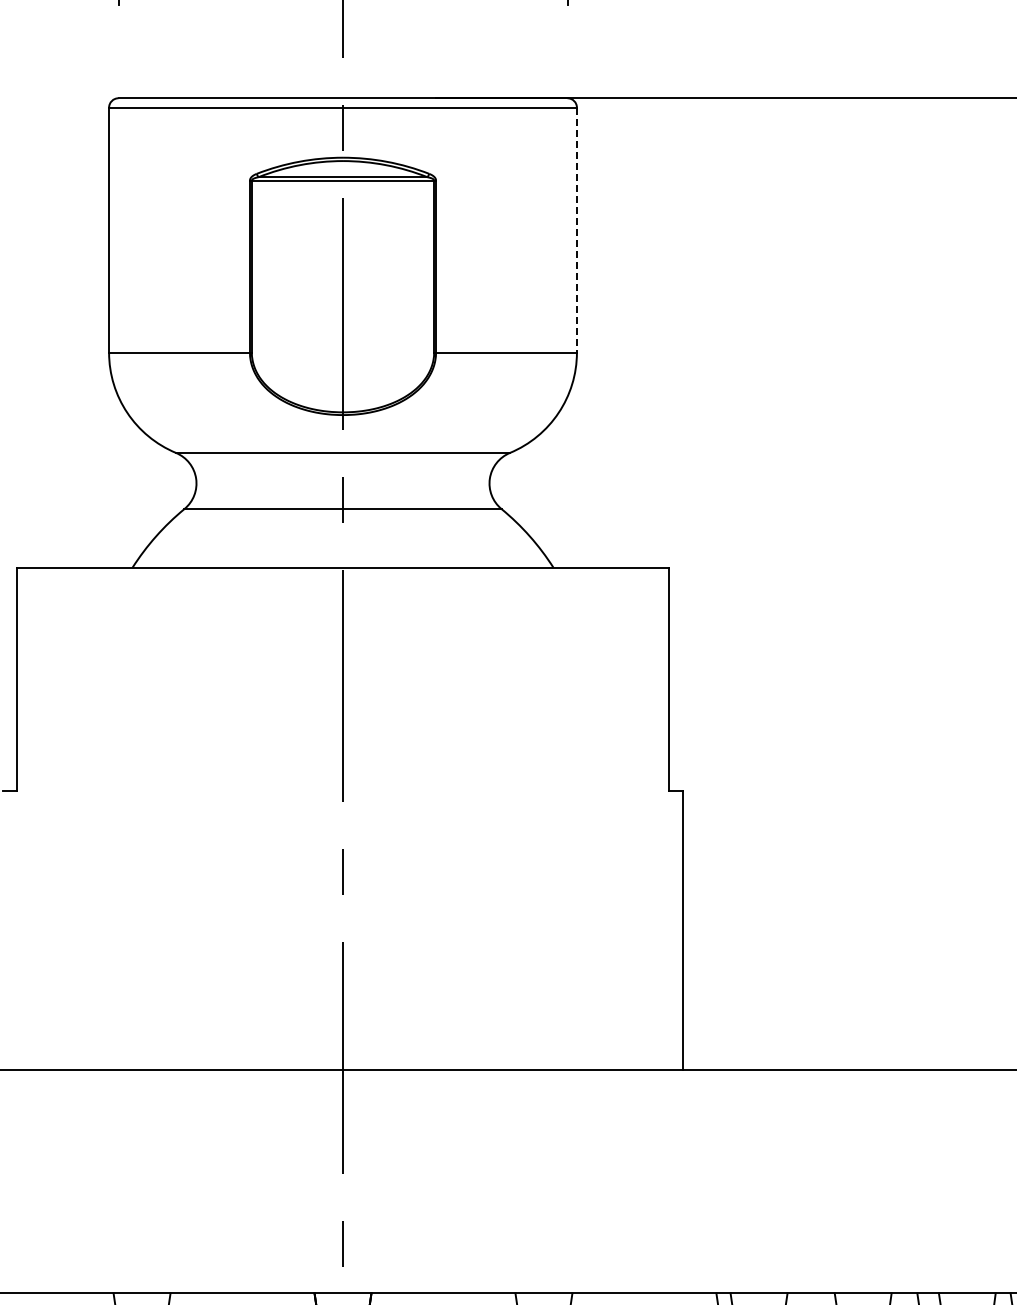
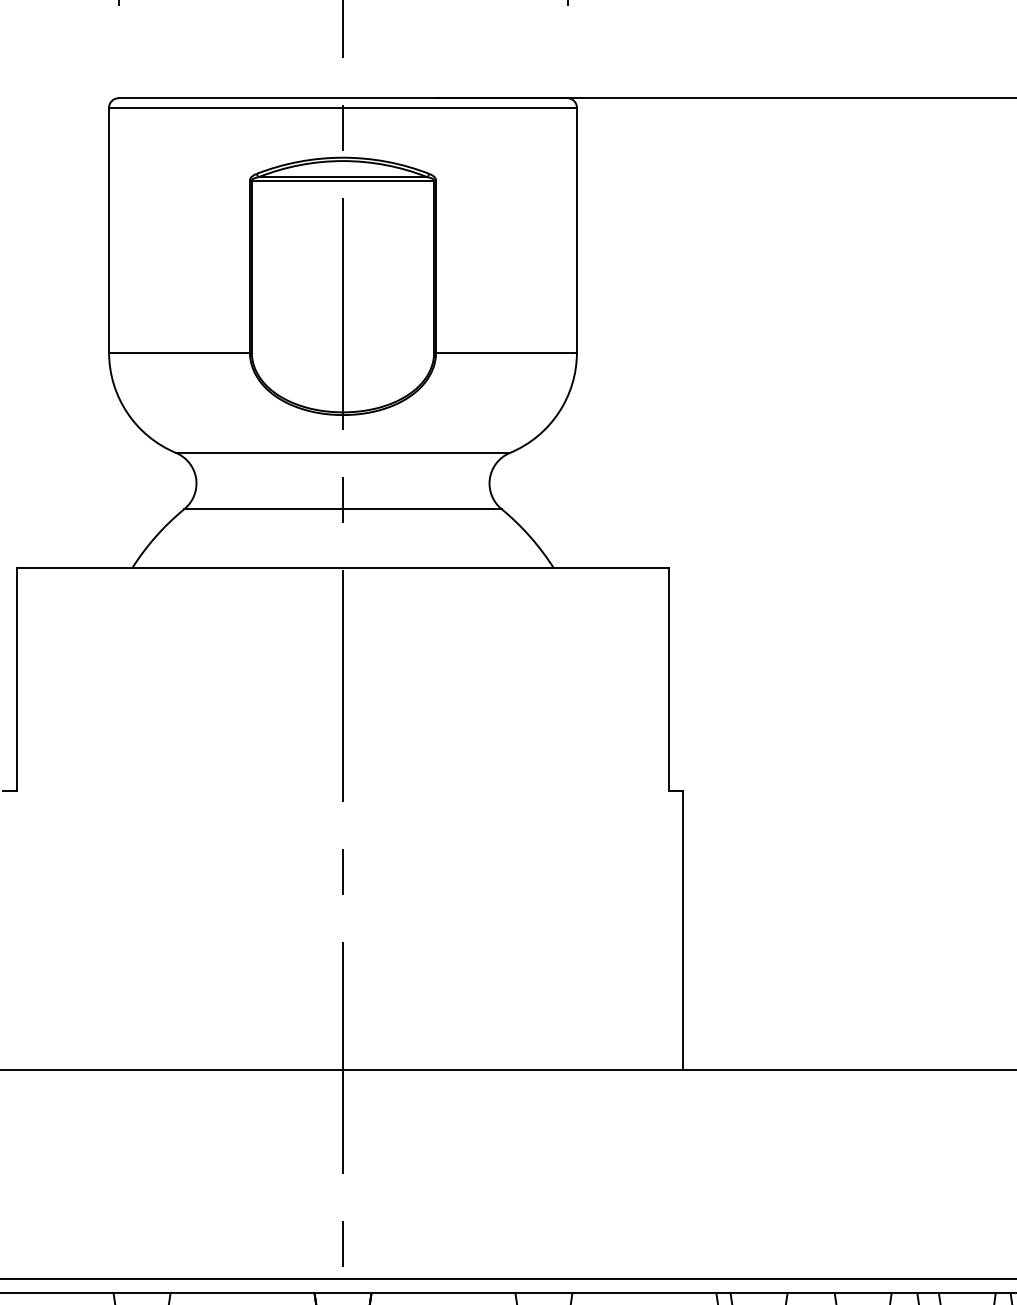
line at (576, 230): dashed -> solid
line at (507, 1279): none -> present
